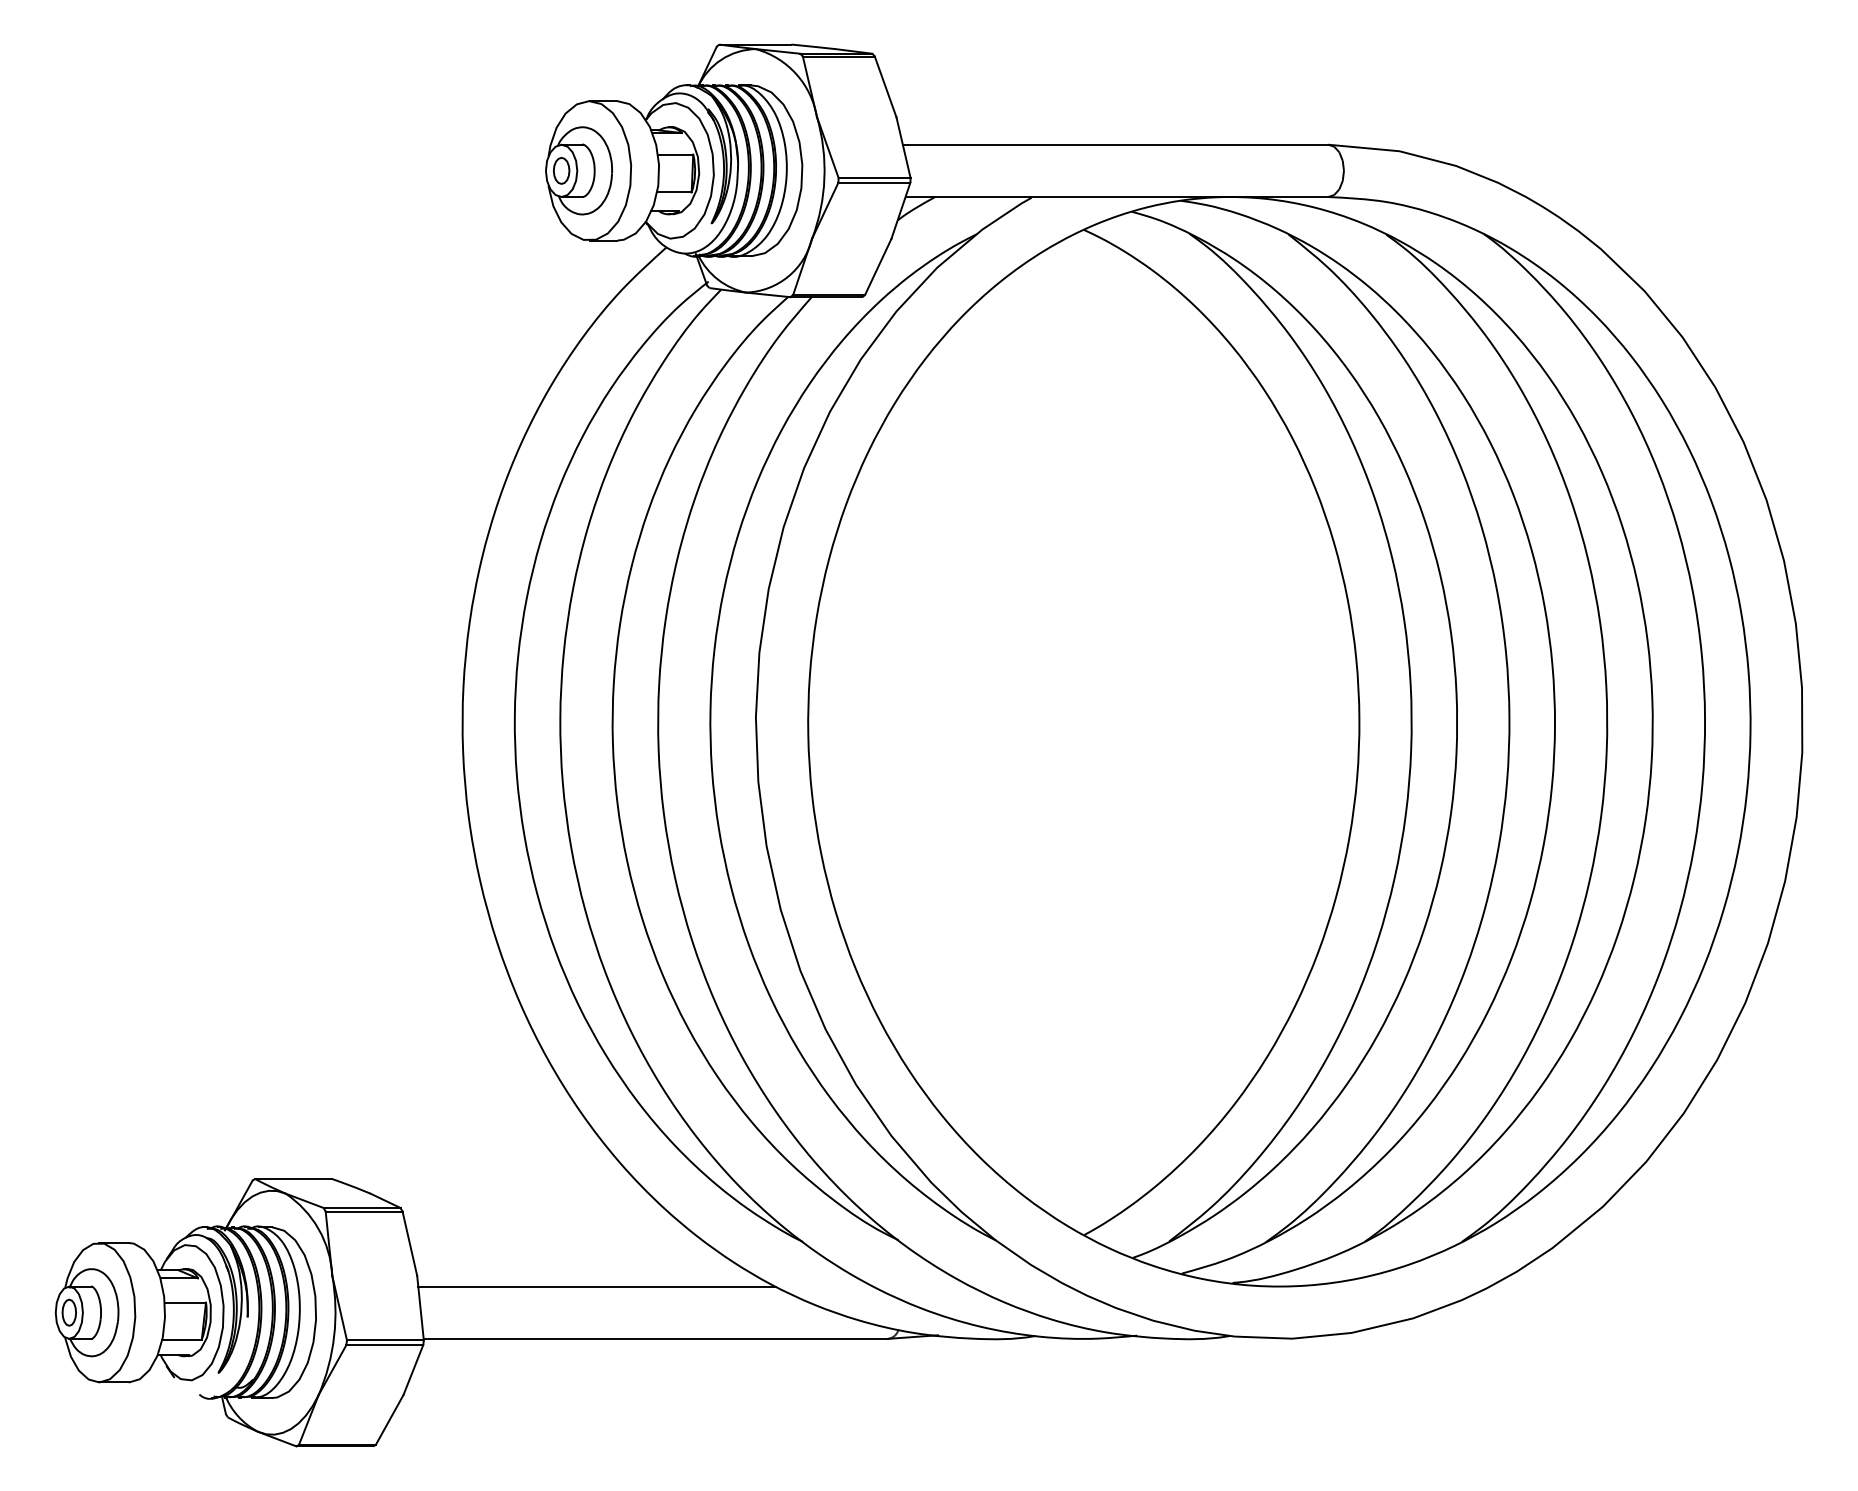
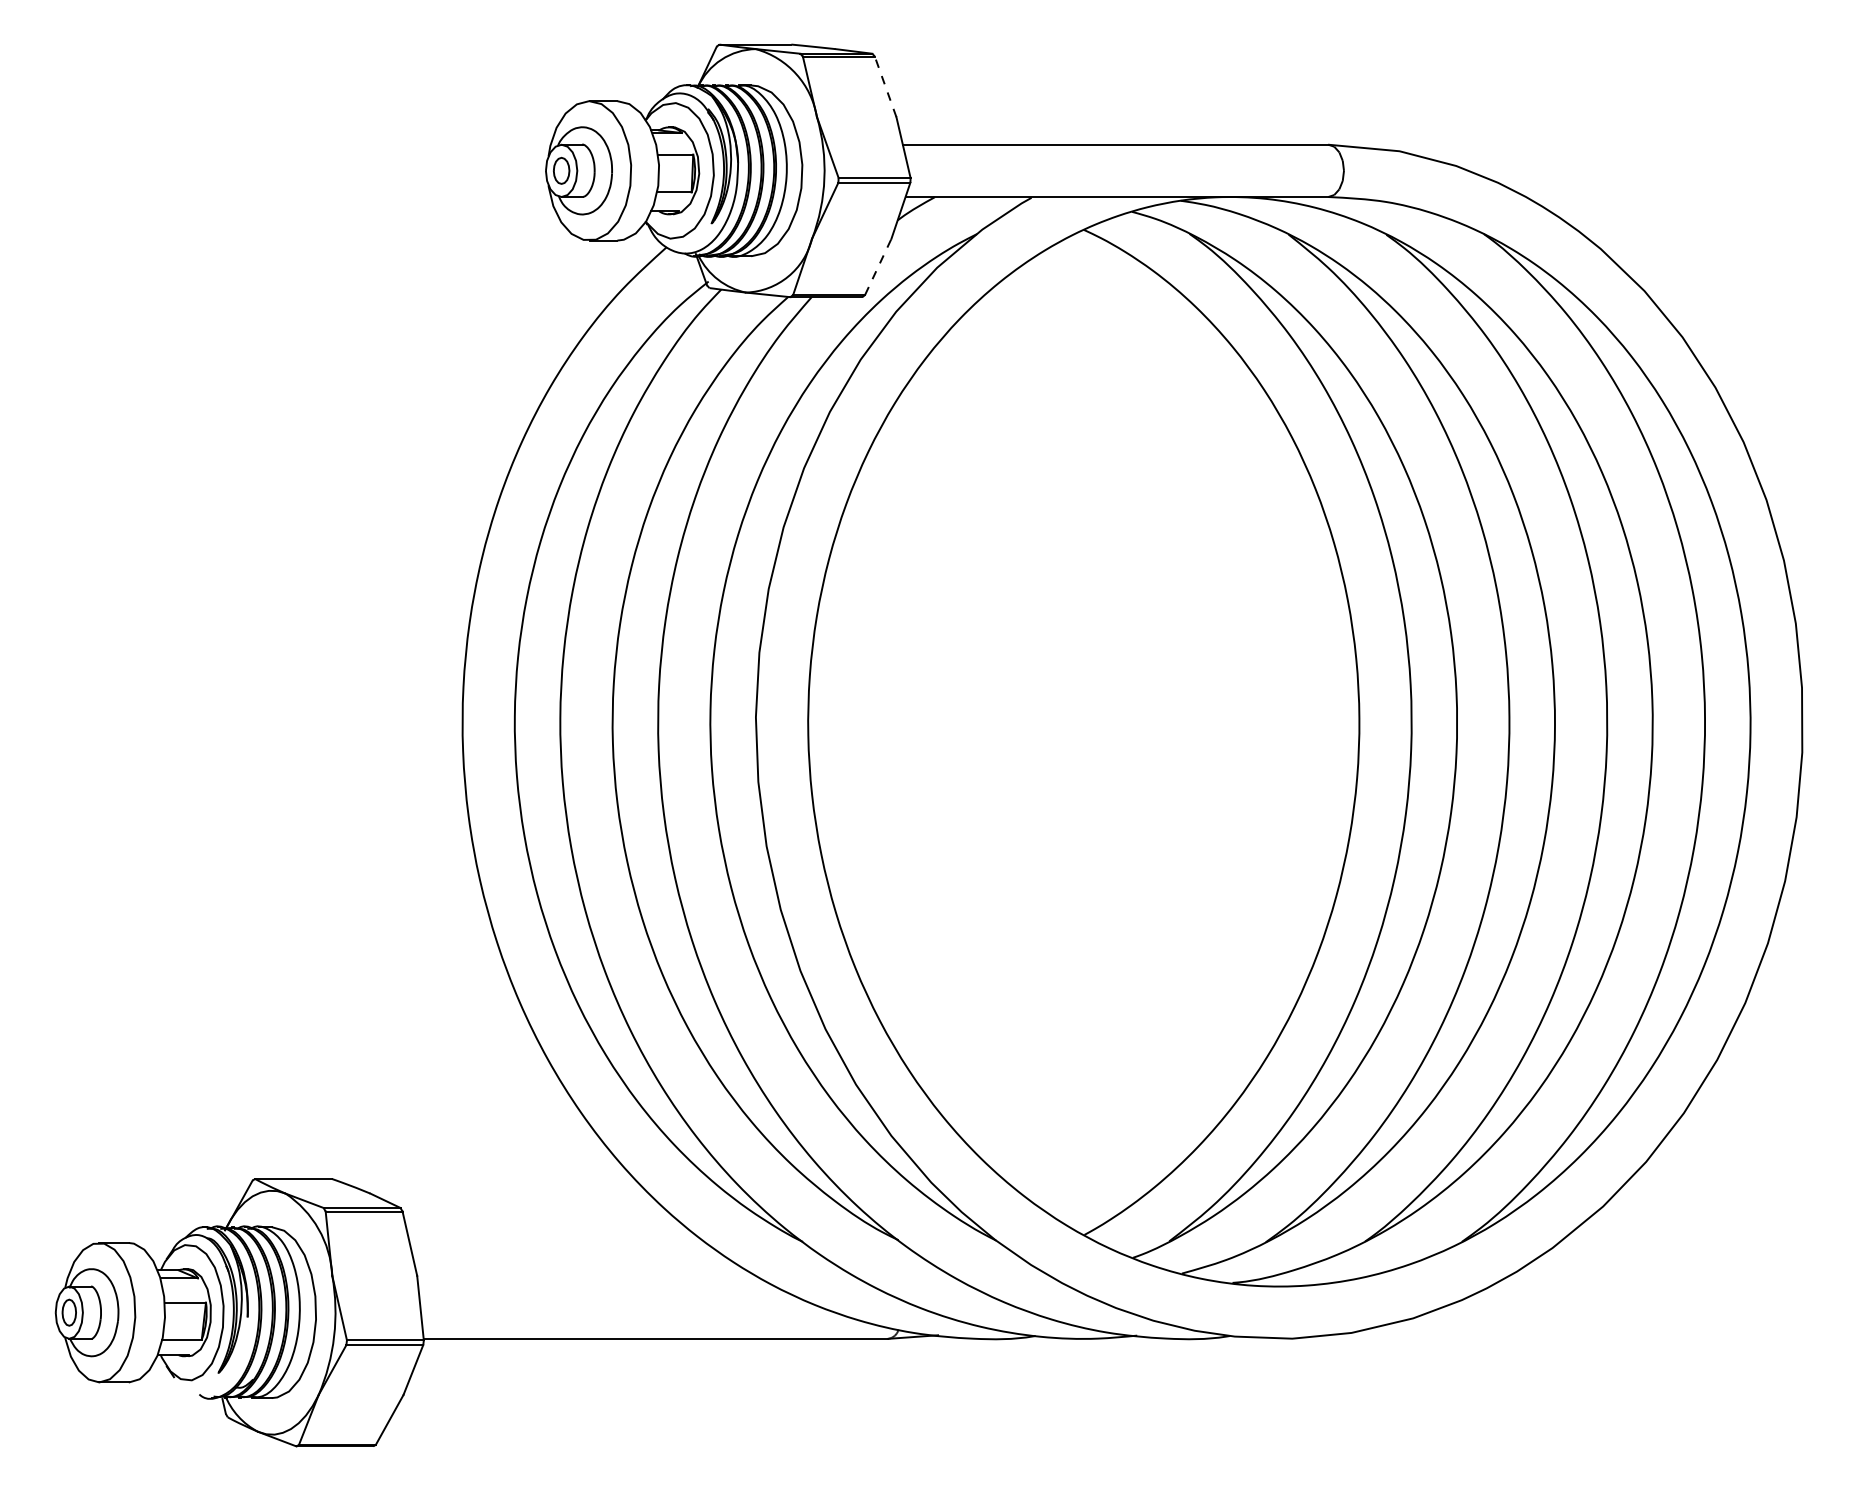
line at (885, 86): solid -> dashed
line at (878, 266): solid -> dashed
line at (596, 1286): present -> none
